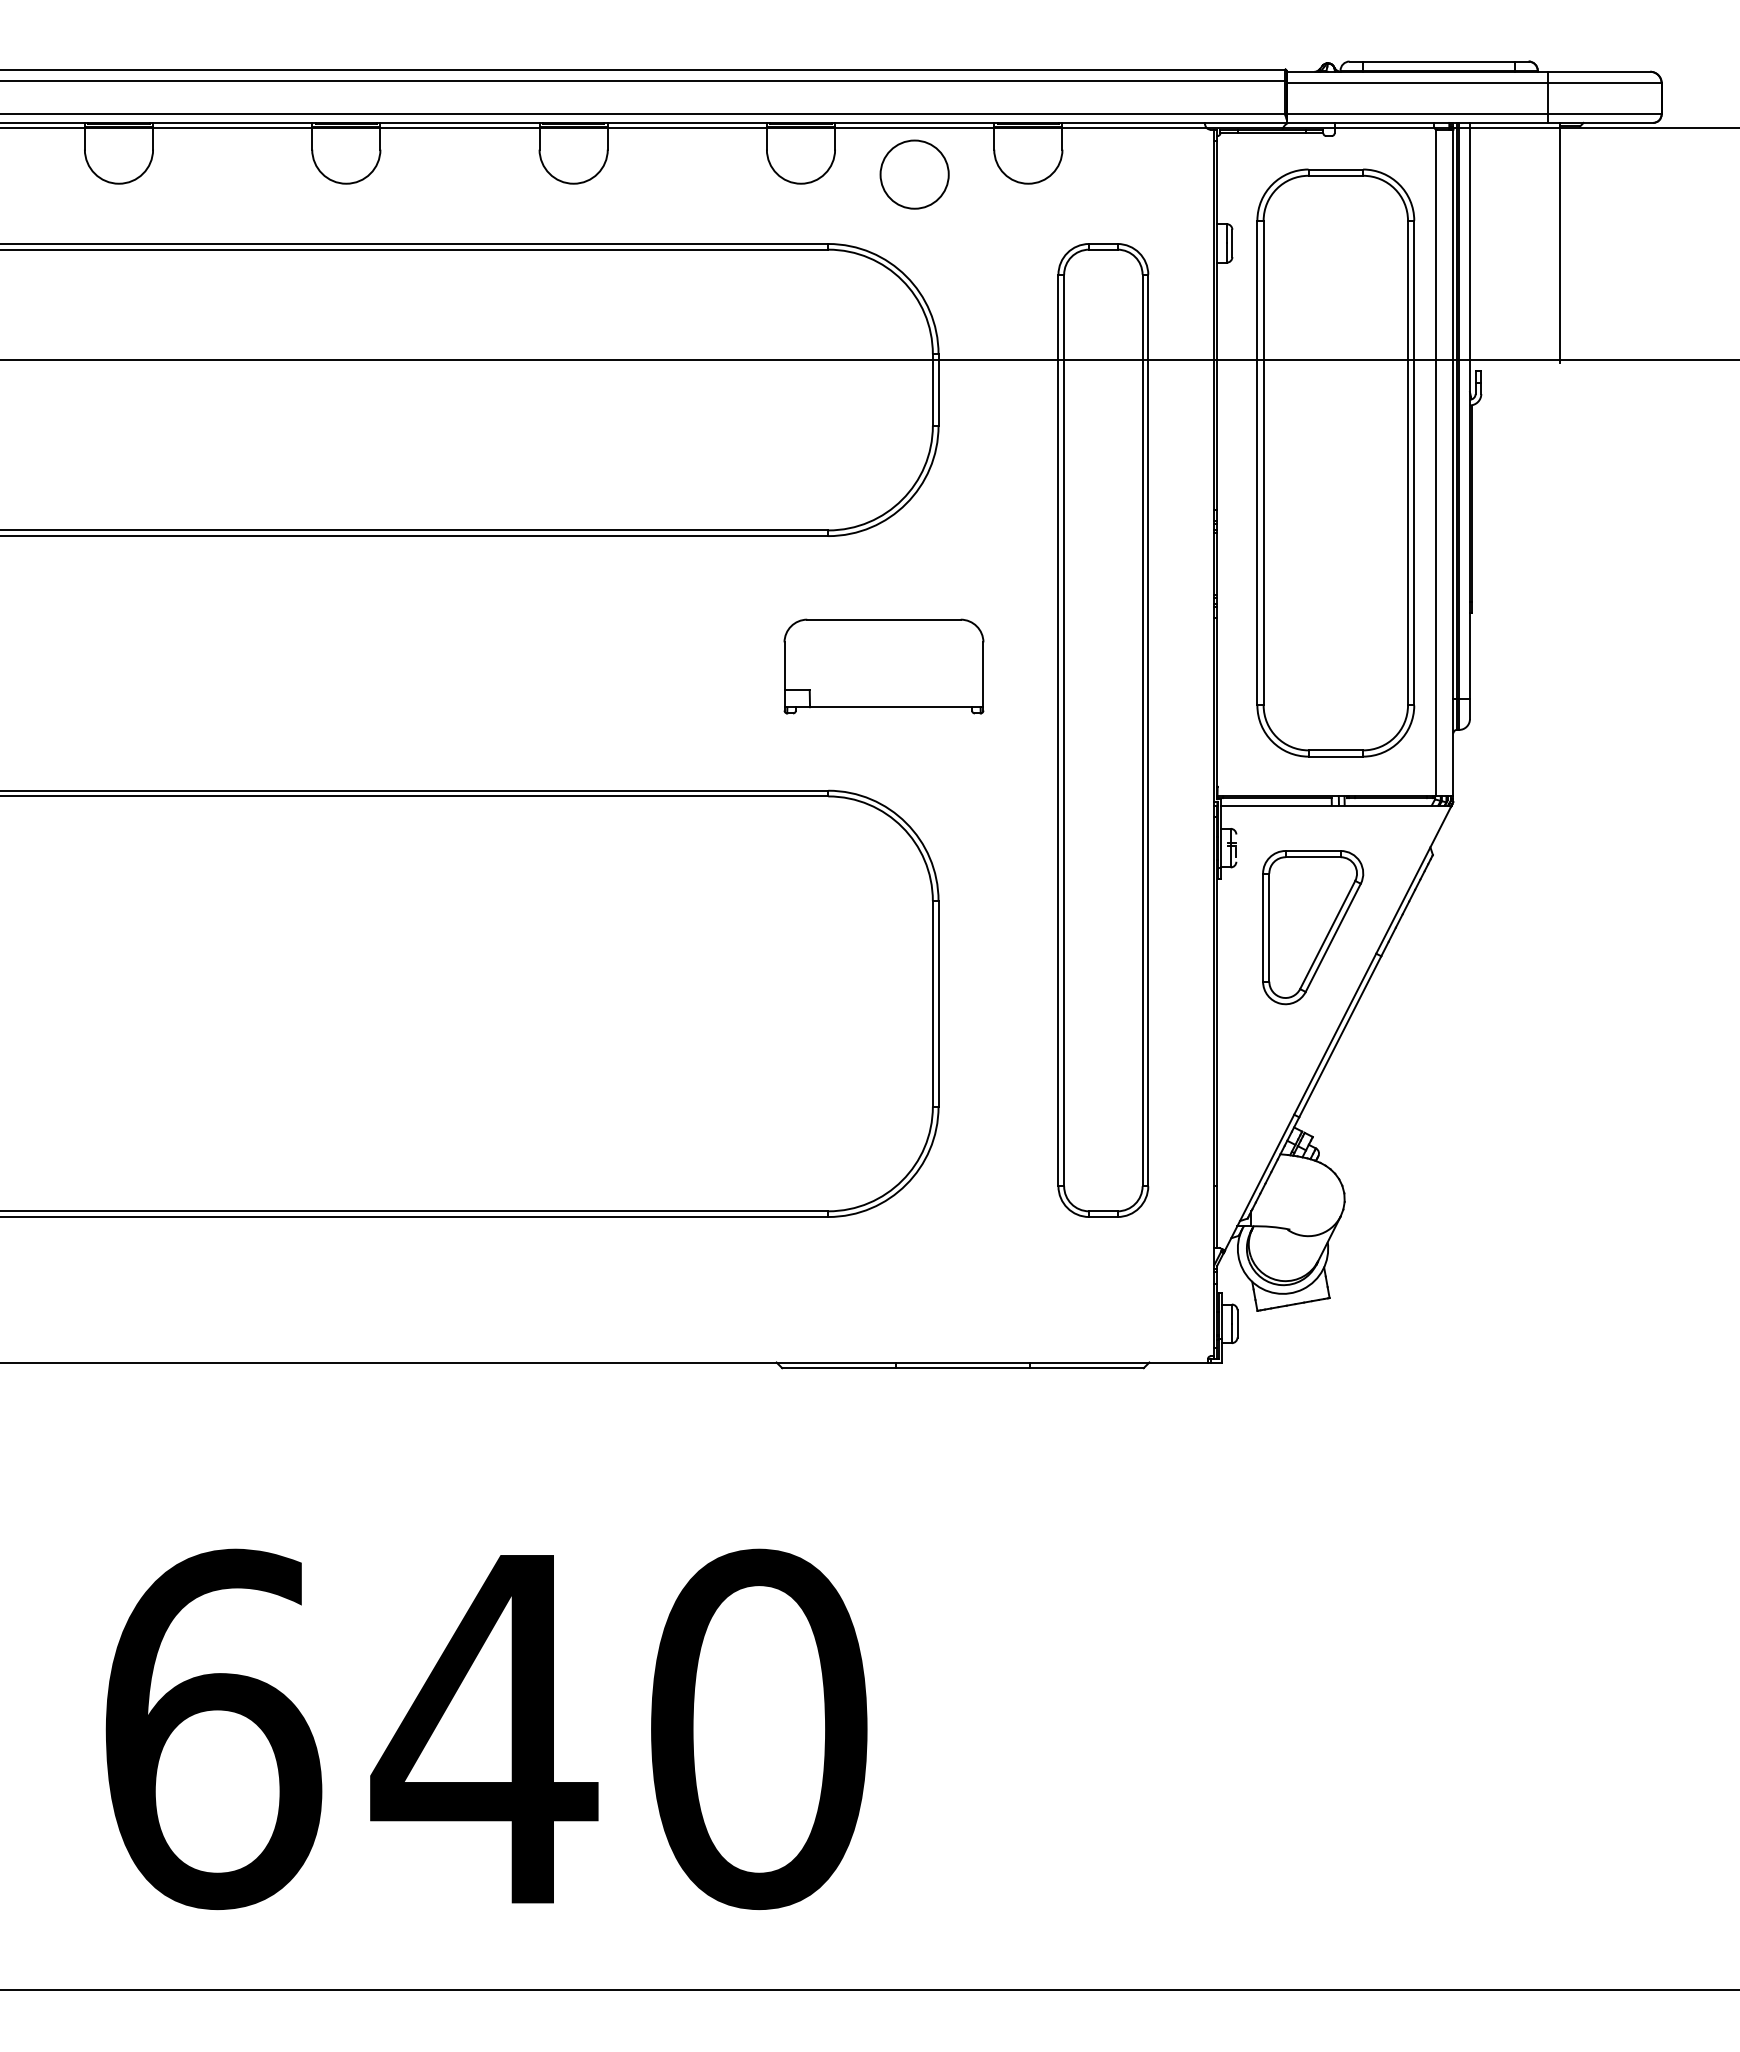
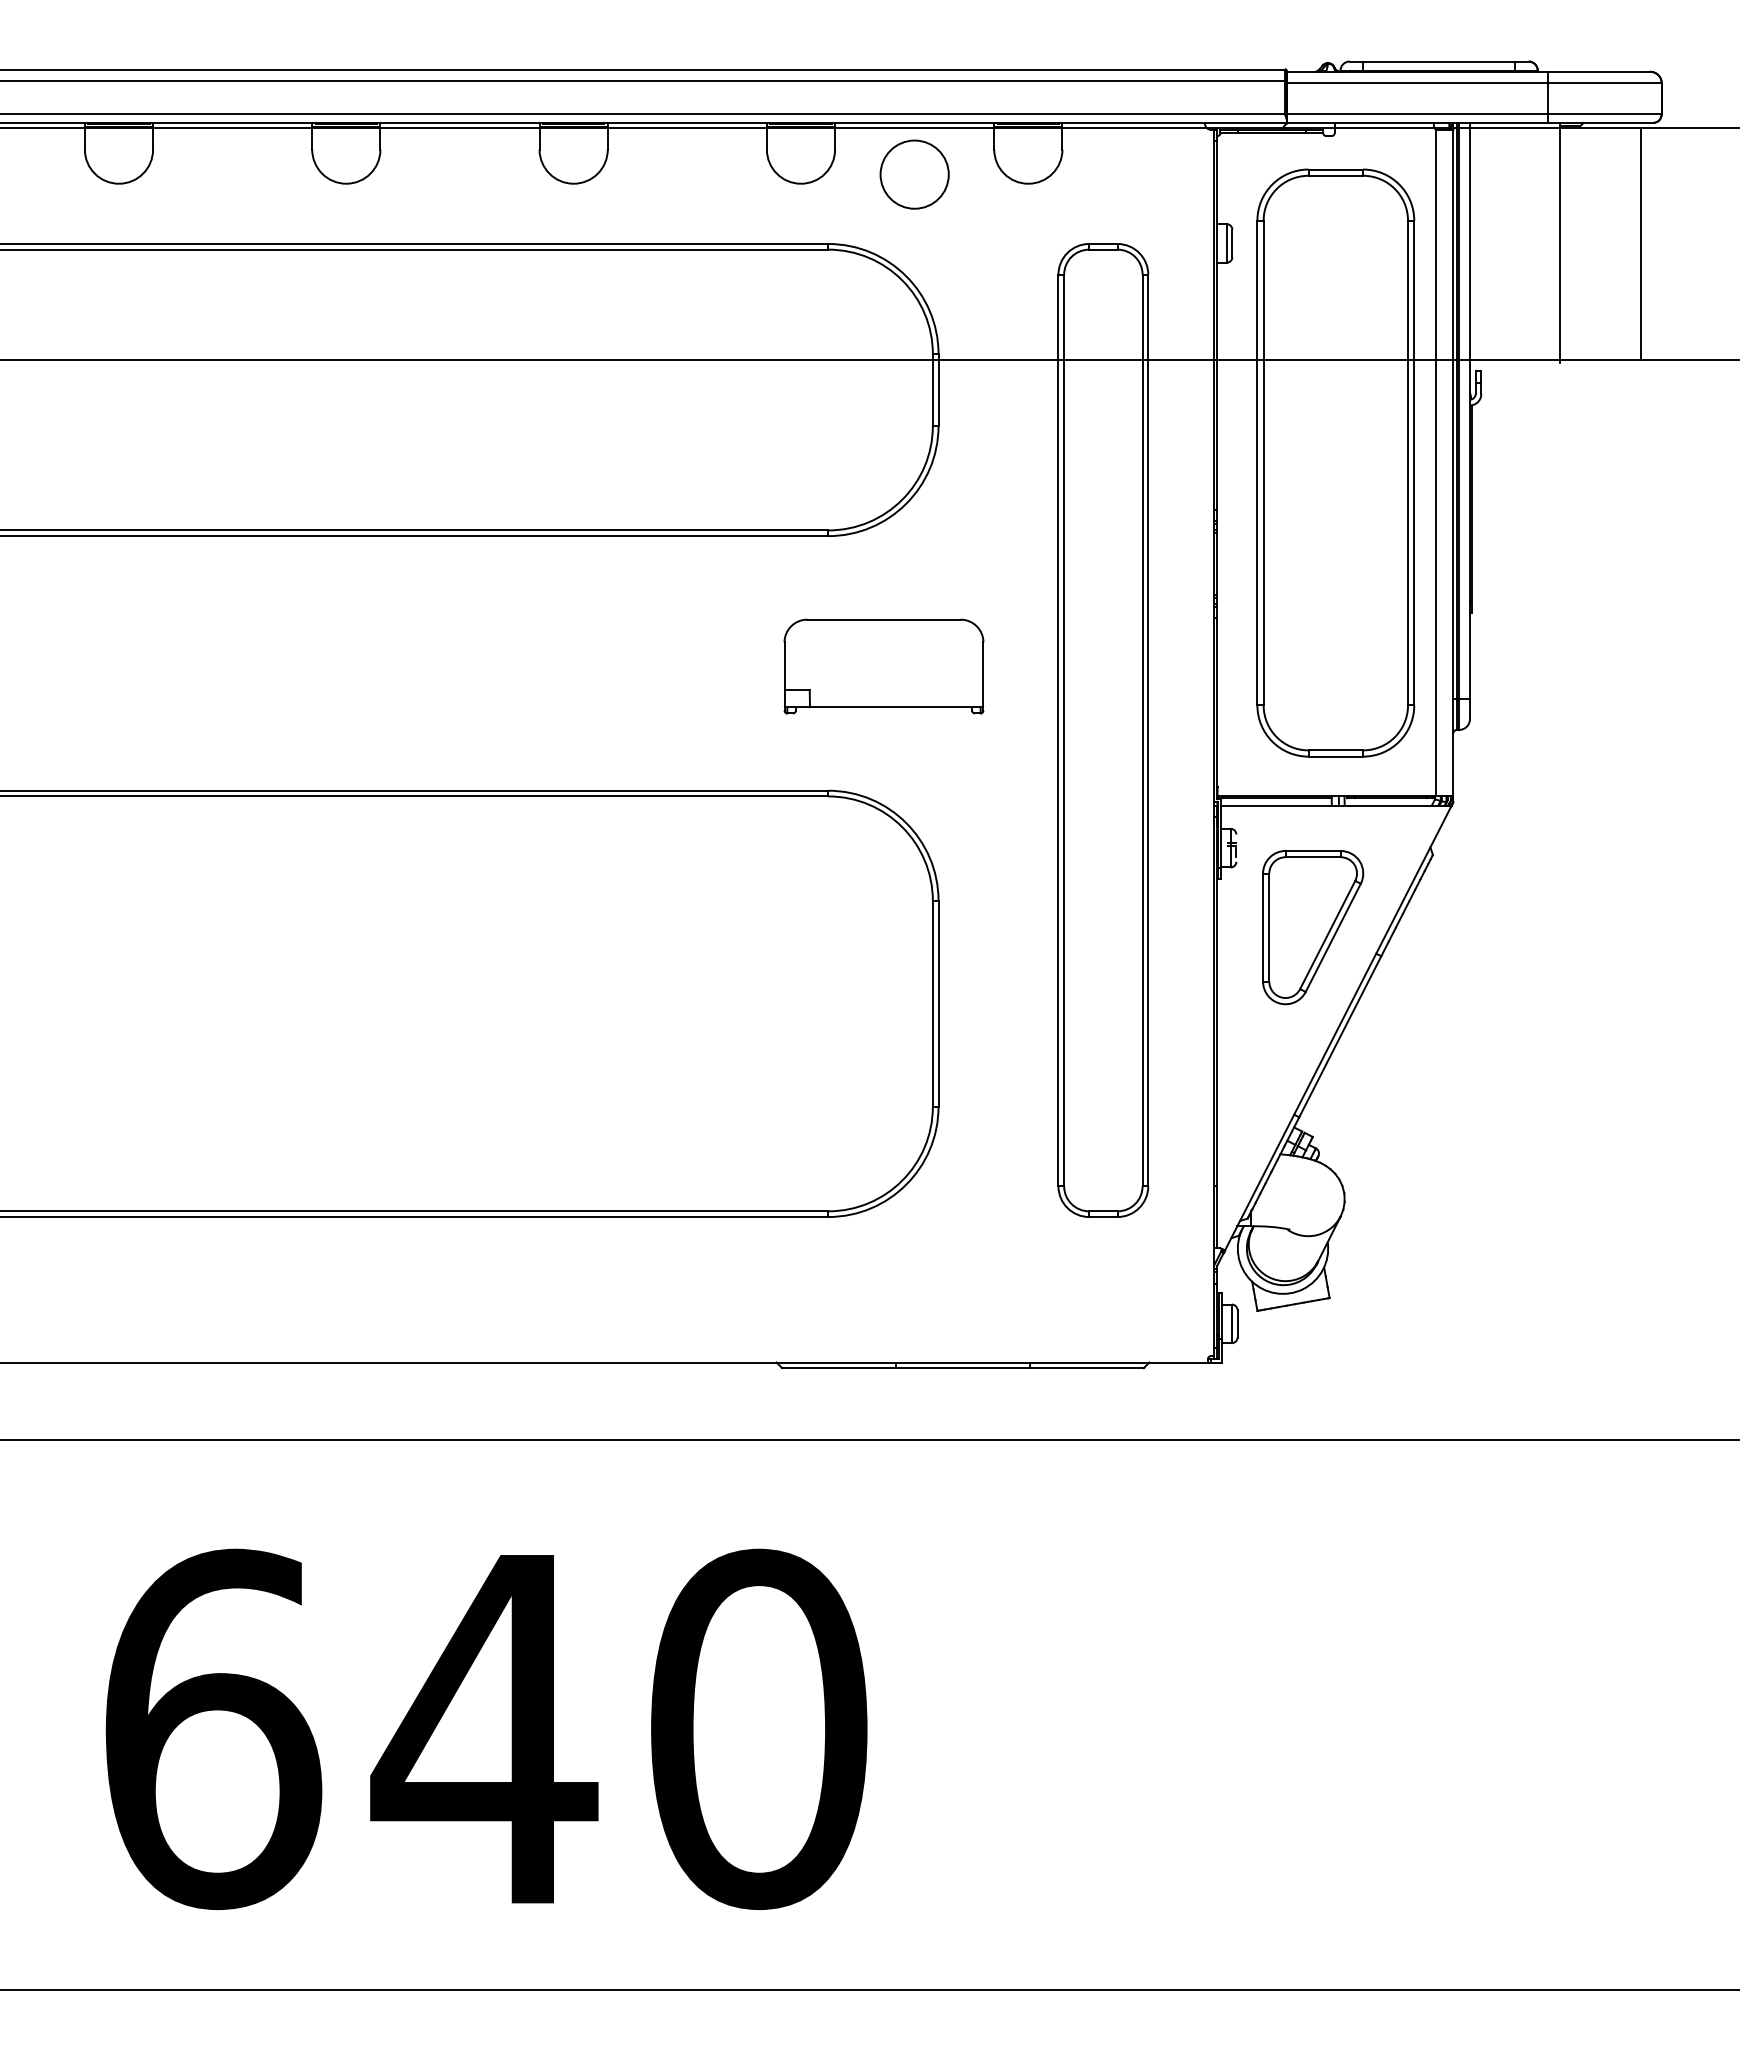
line at (1641, 244): none -> present
line at (869, 1440): none -> present
